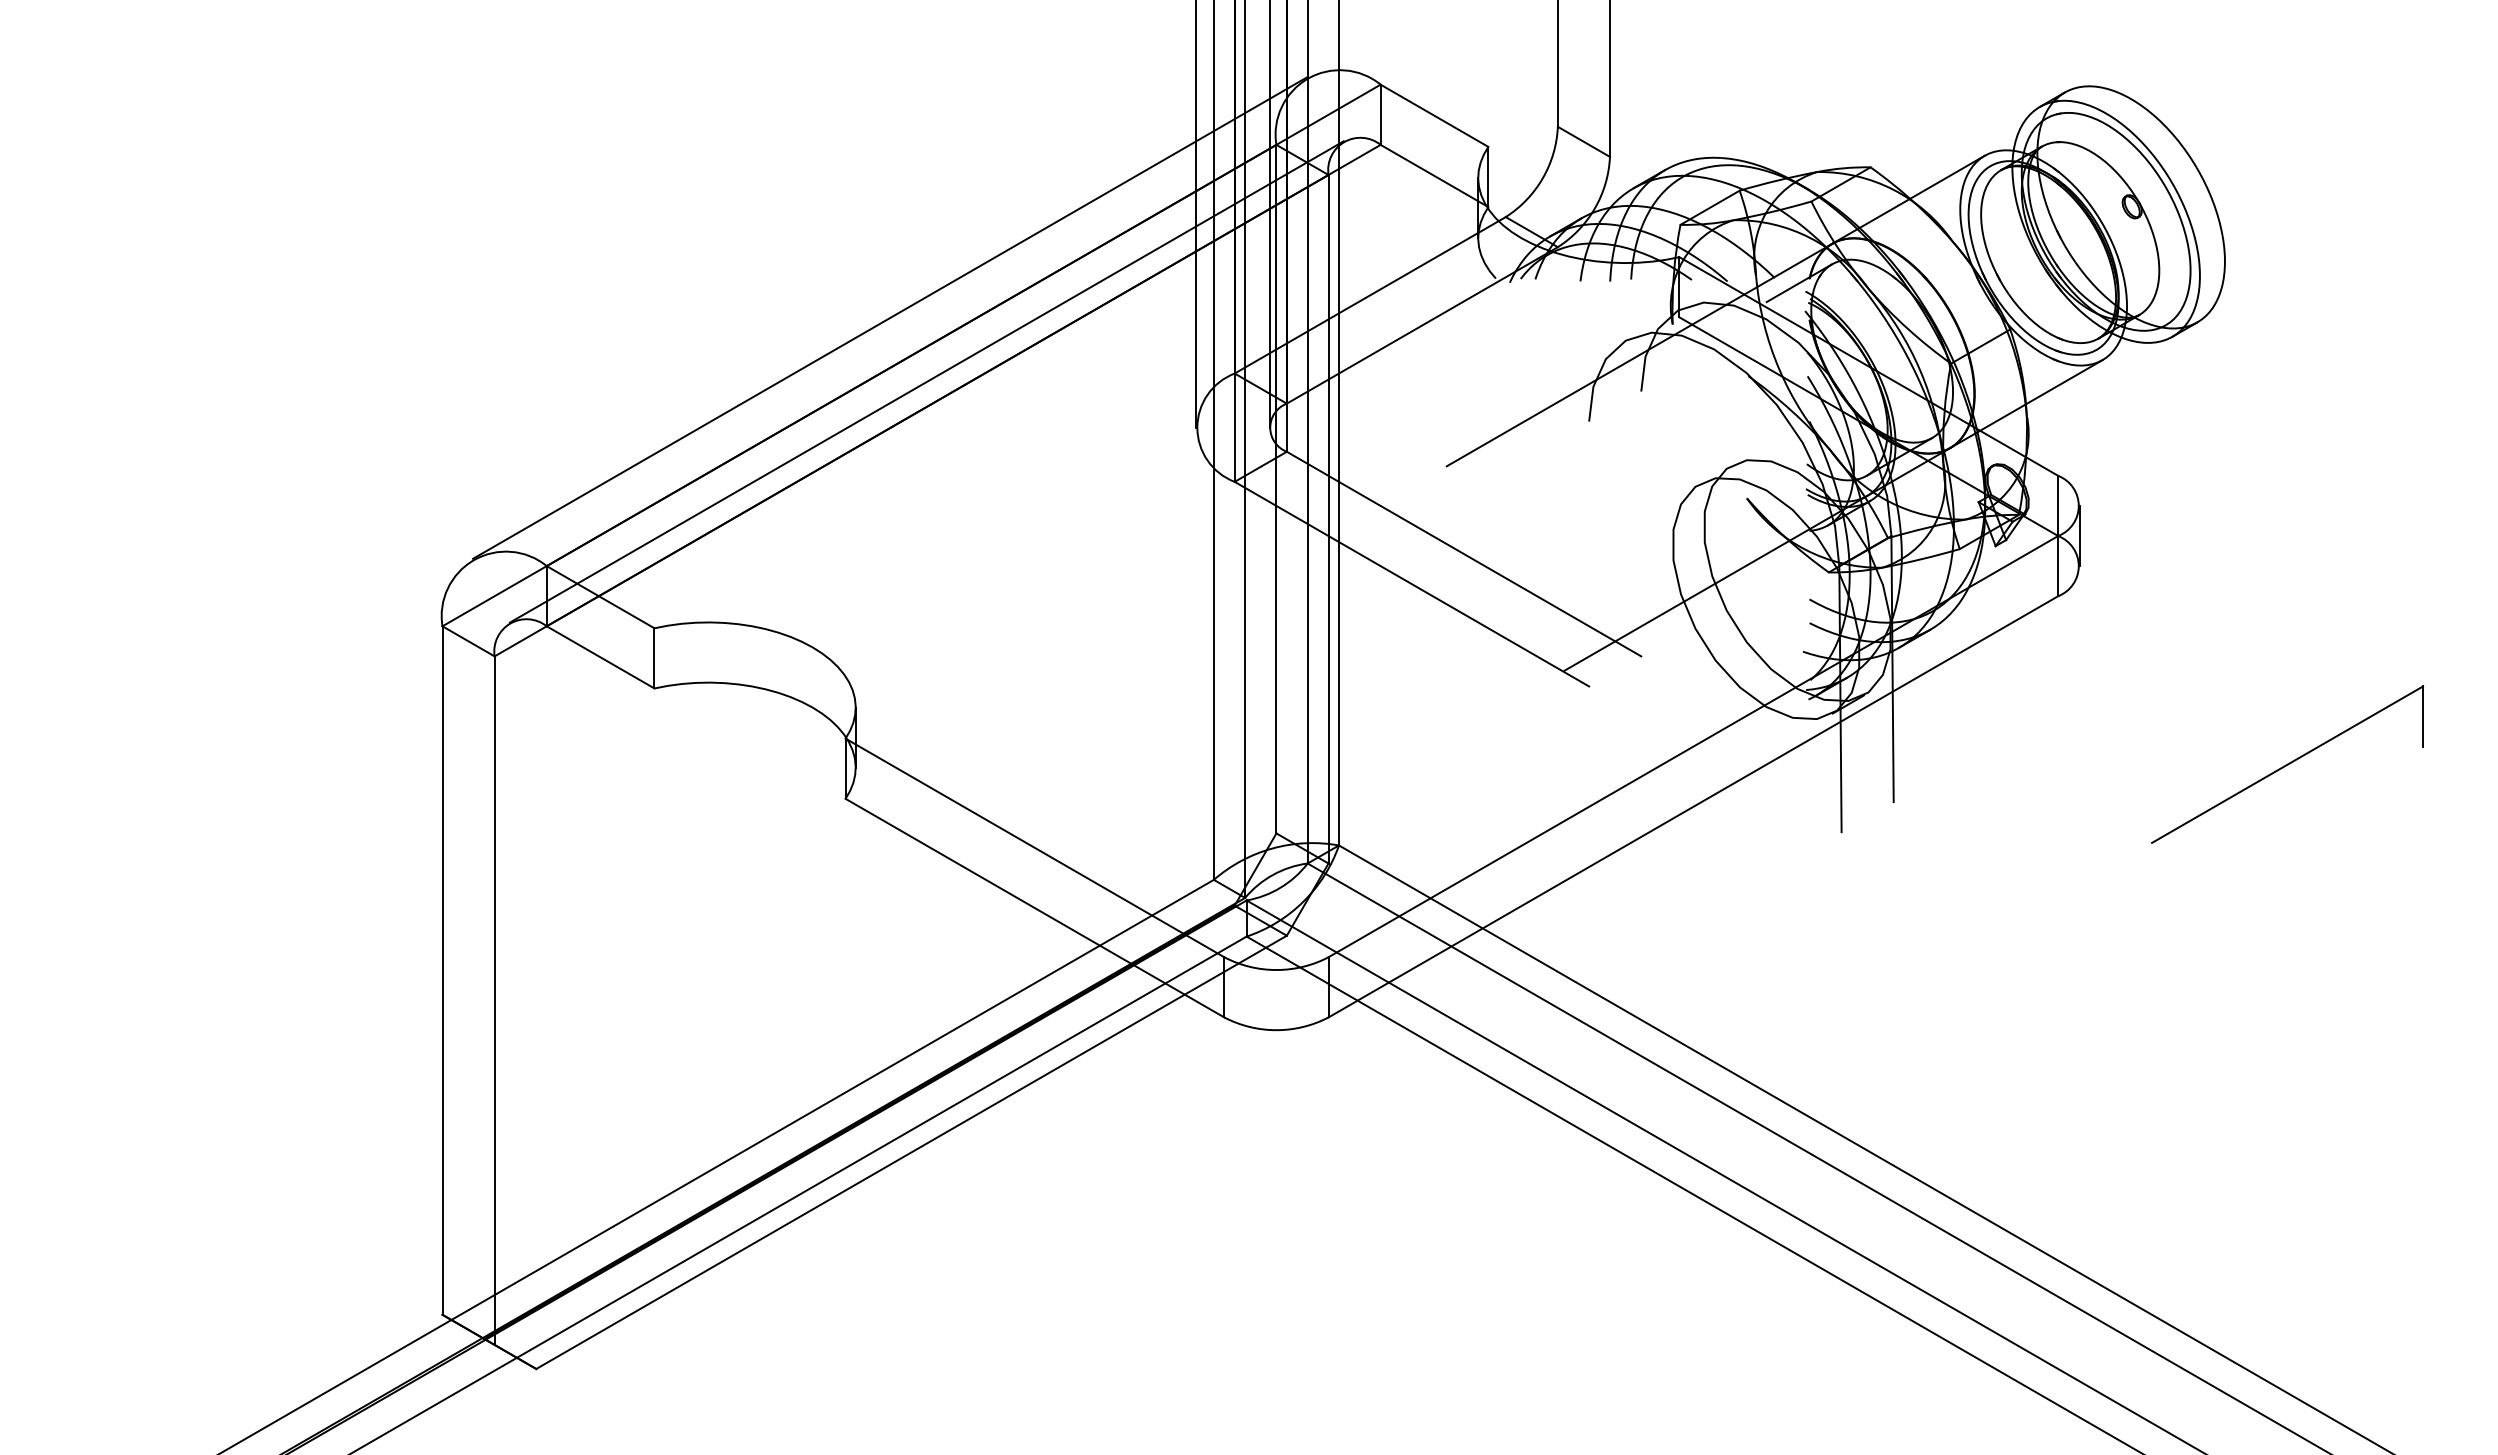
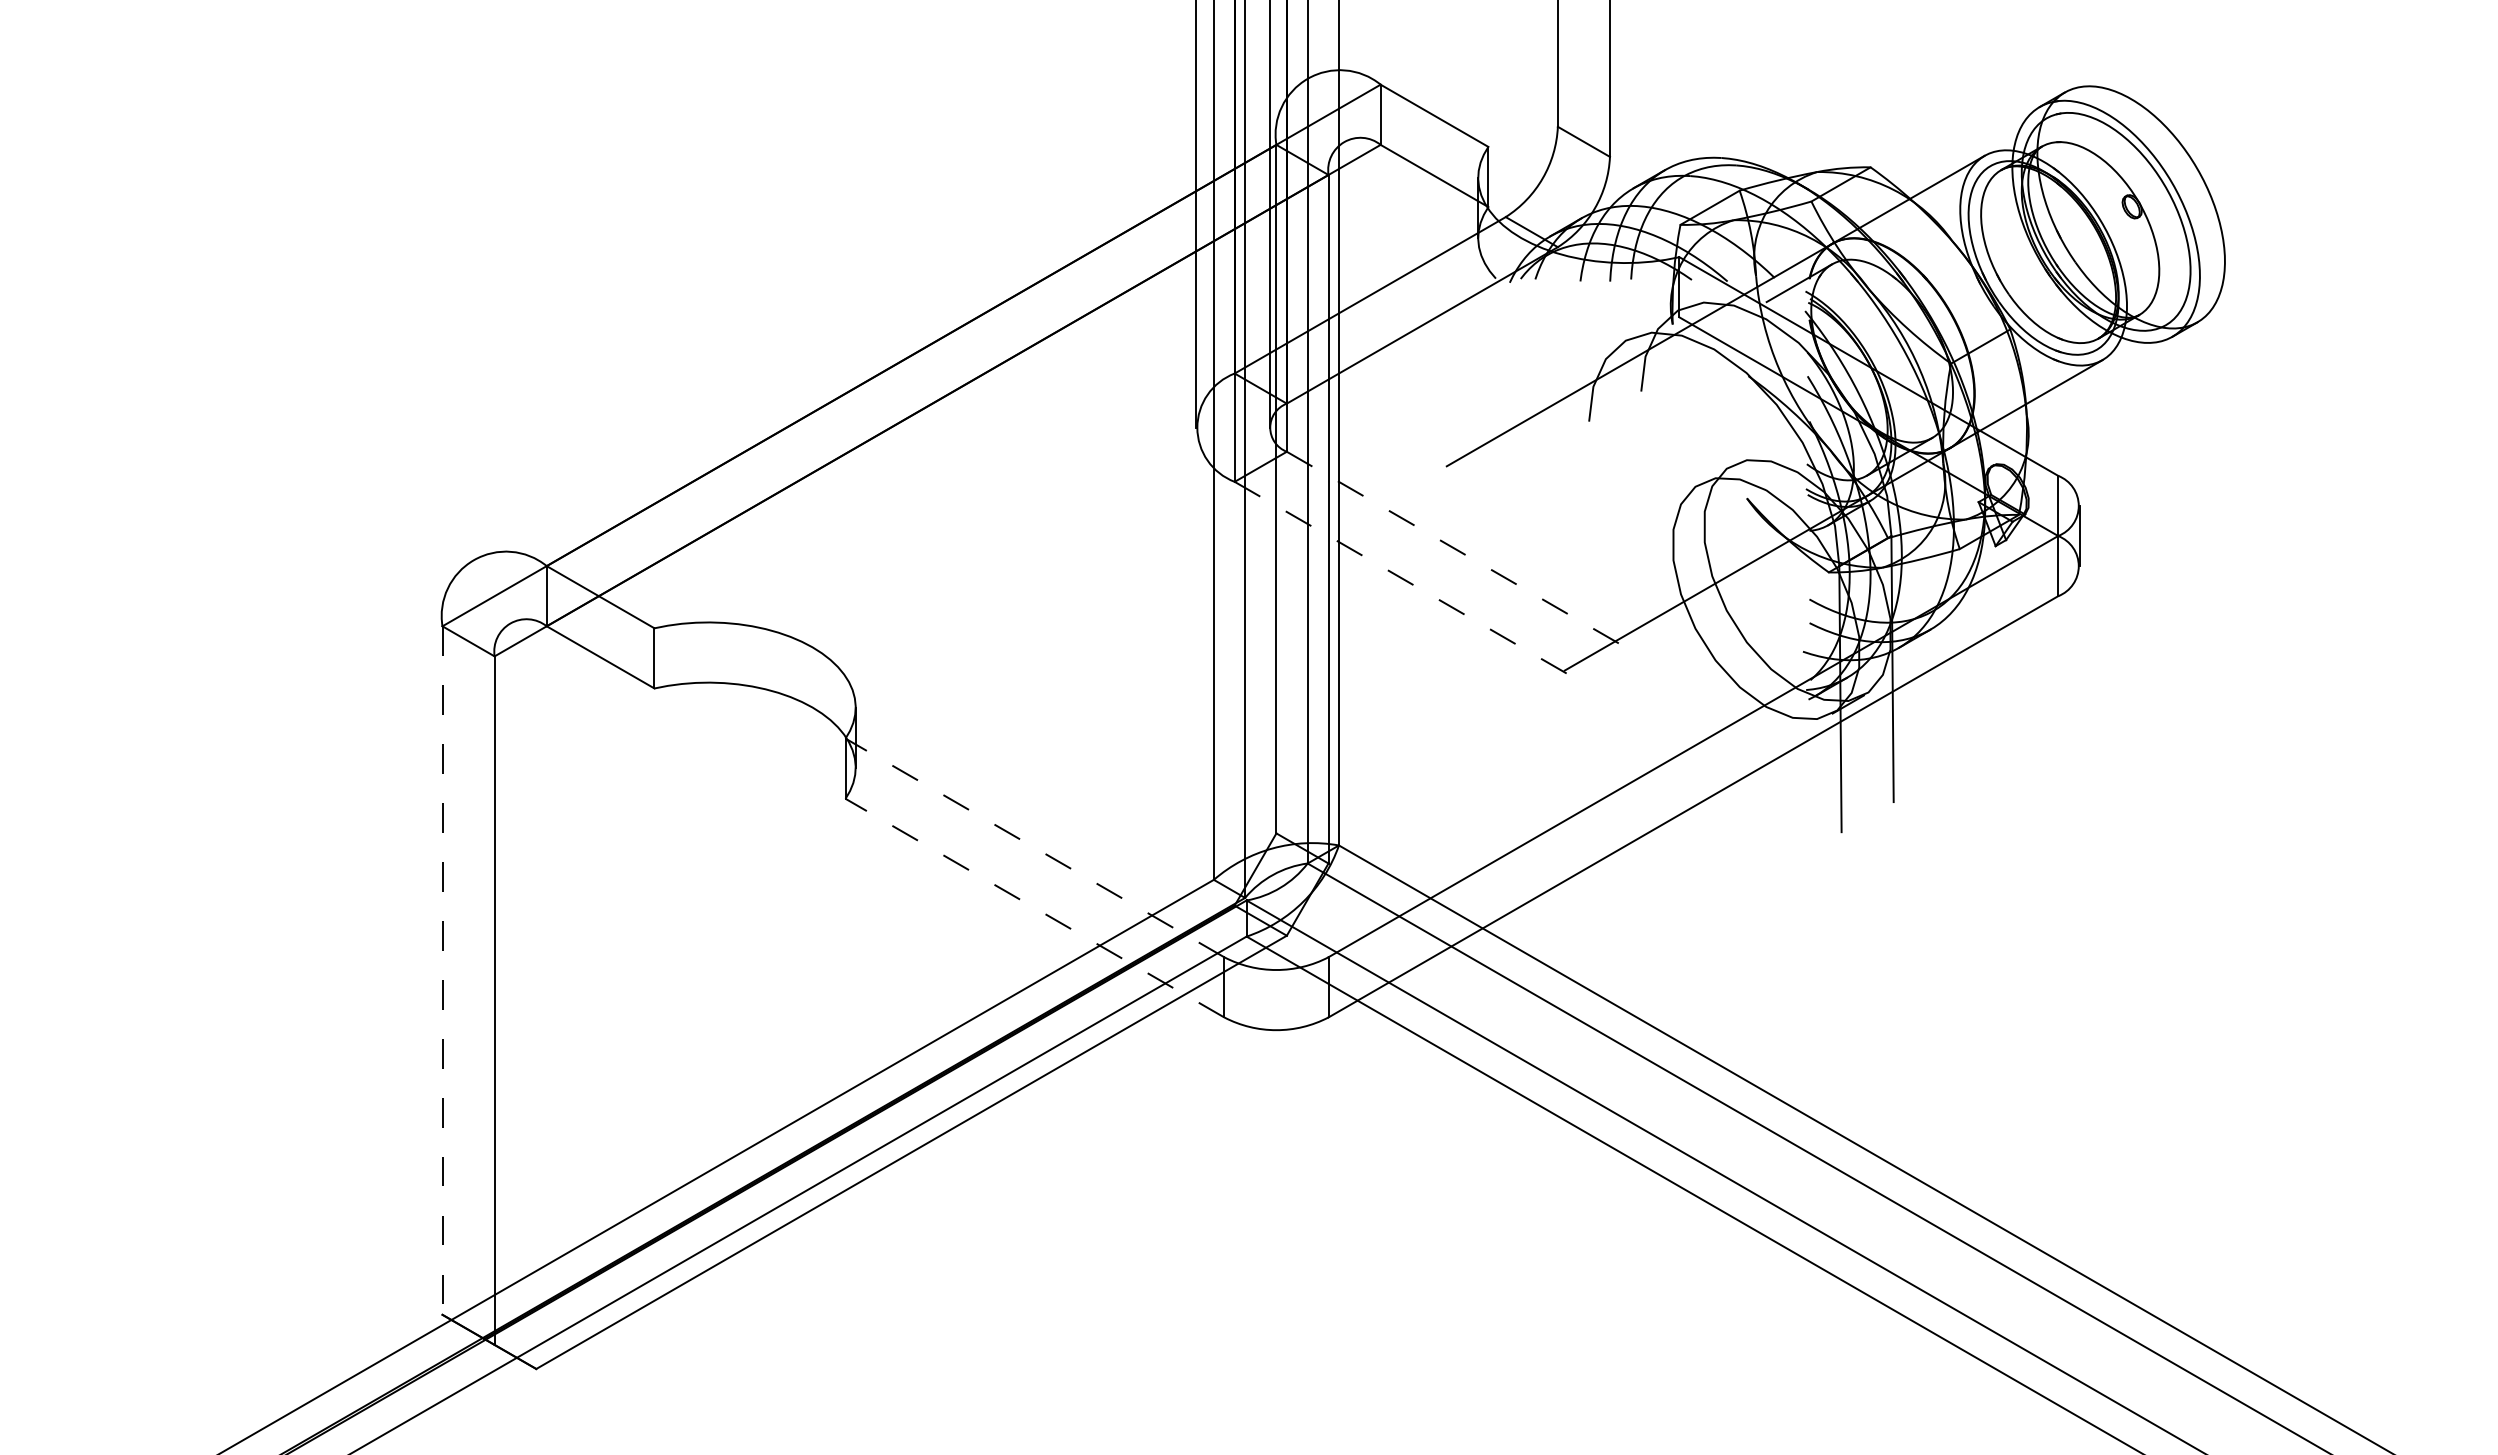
line at (889, 317): present -> none
line at (926, 381): present -> none
line at (1464, 554): solid -> dashed
line at (1411, 584): solid -> dashed
part at (2287, 764): present -> none
line at (1034, 847): solid -> dashed
line at (1034, 908): solid -> dashed
line at (442, 971): solid -> dashed
